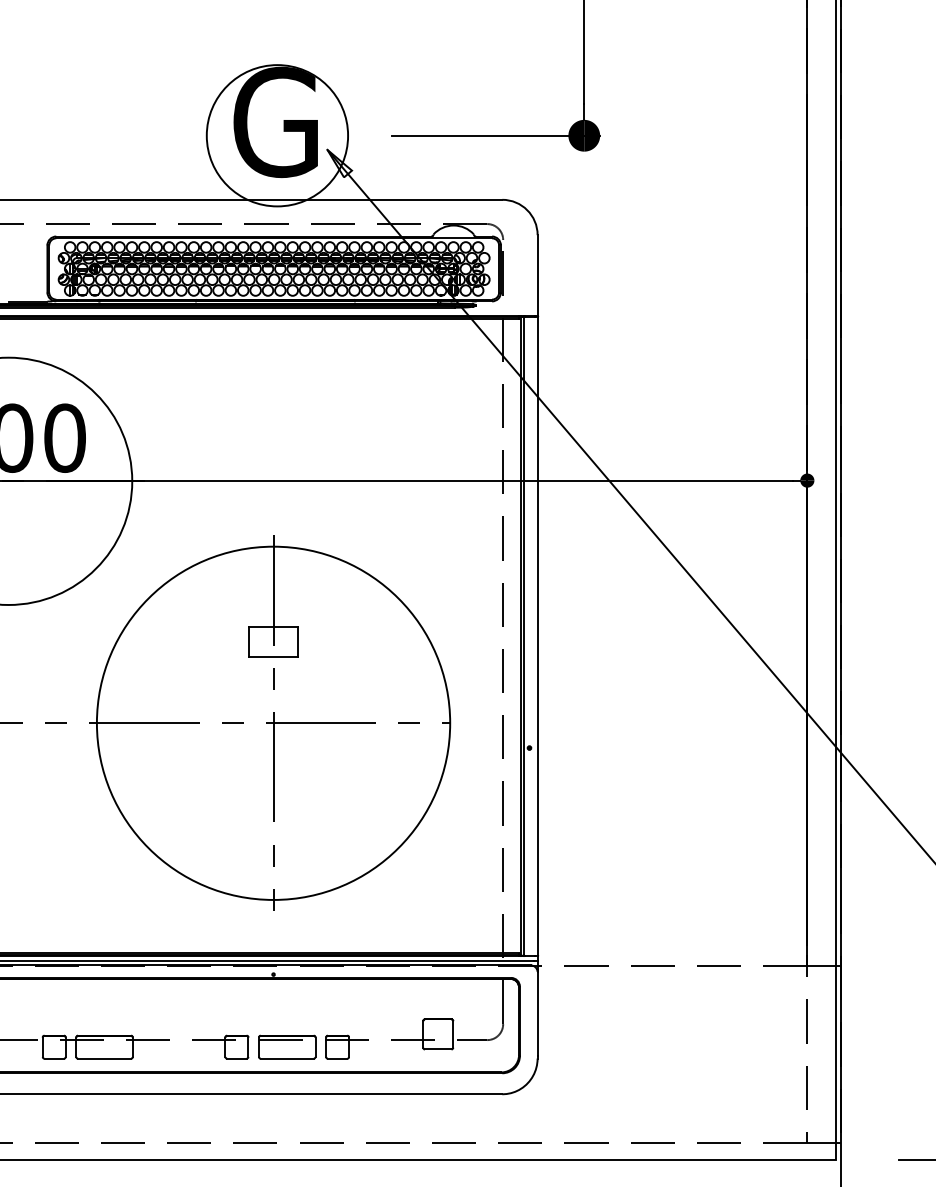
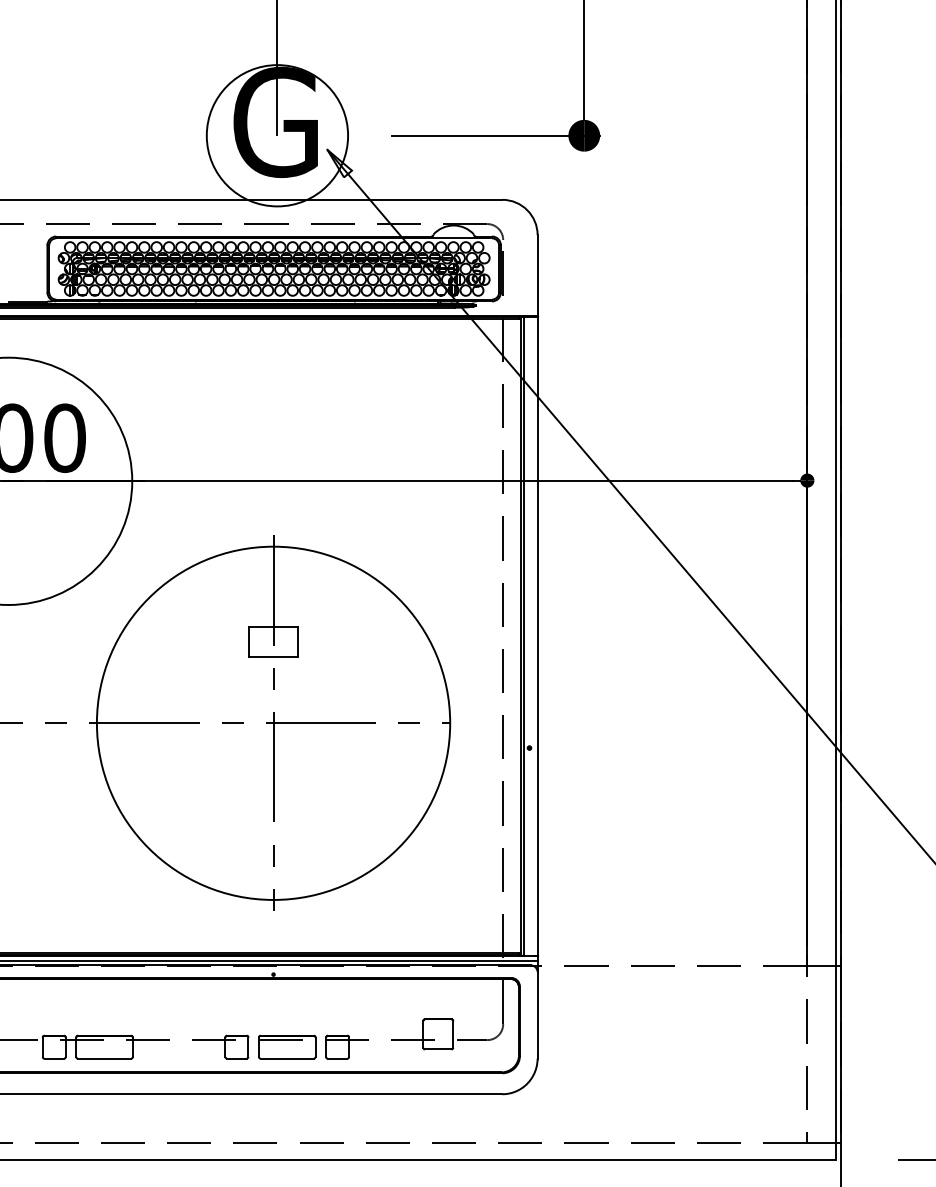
line at (277, 68): none -> present
